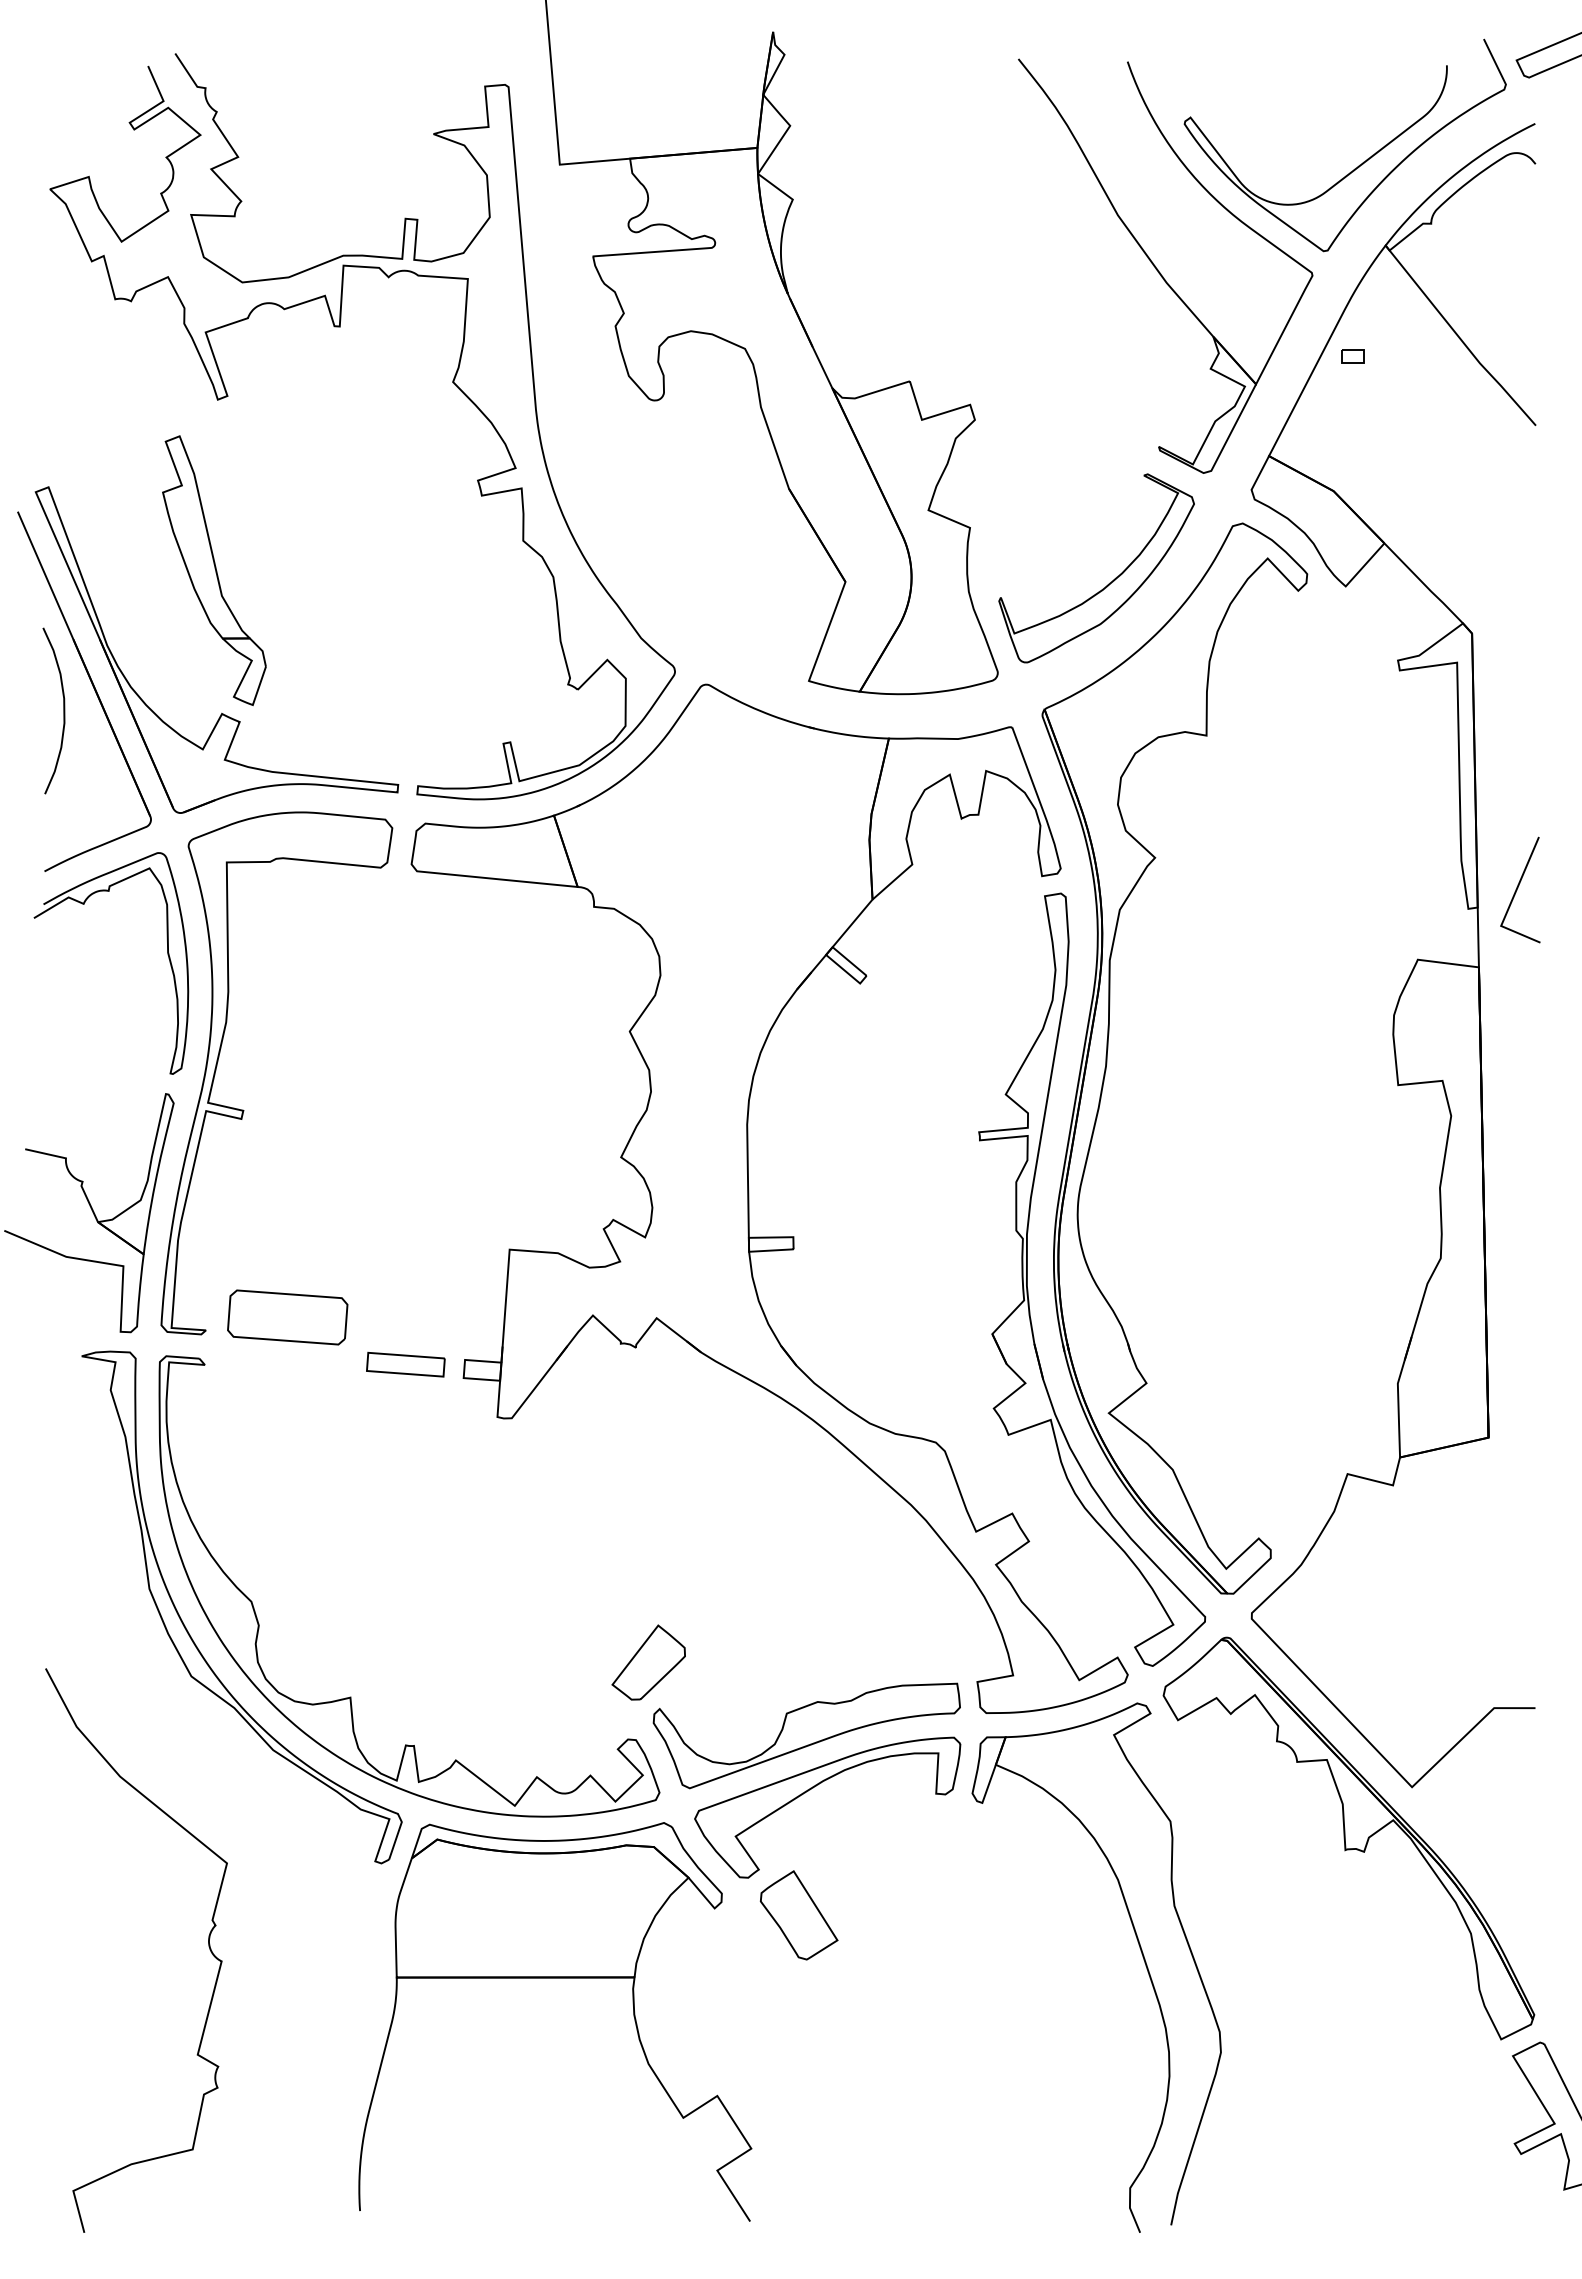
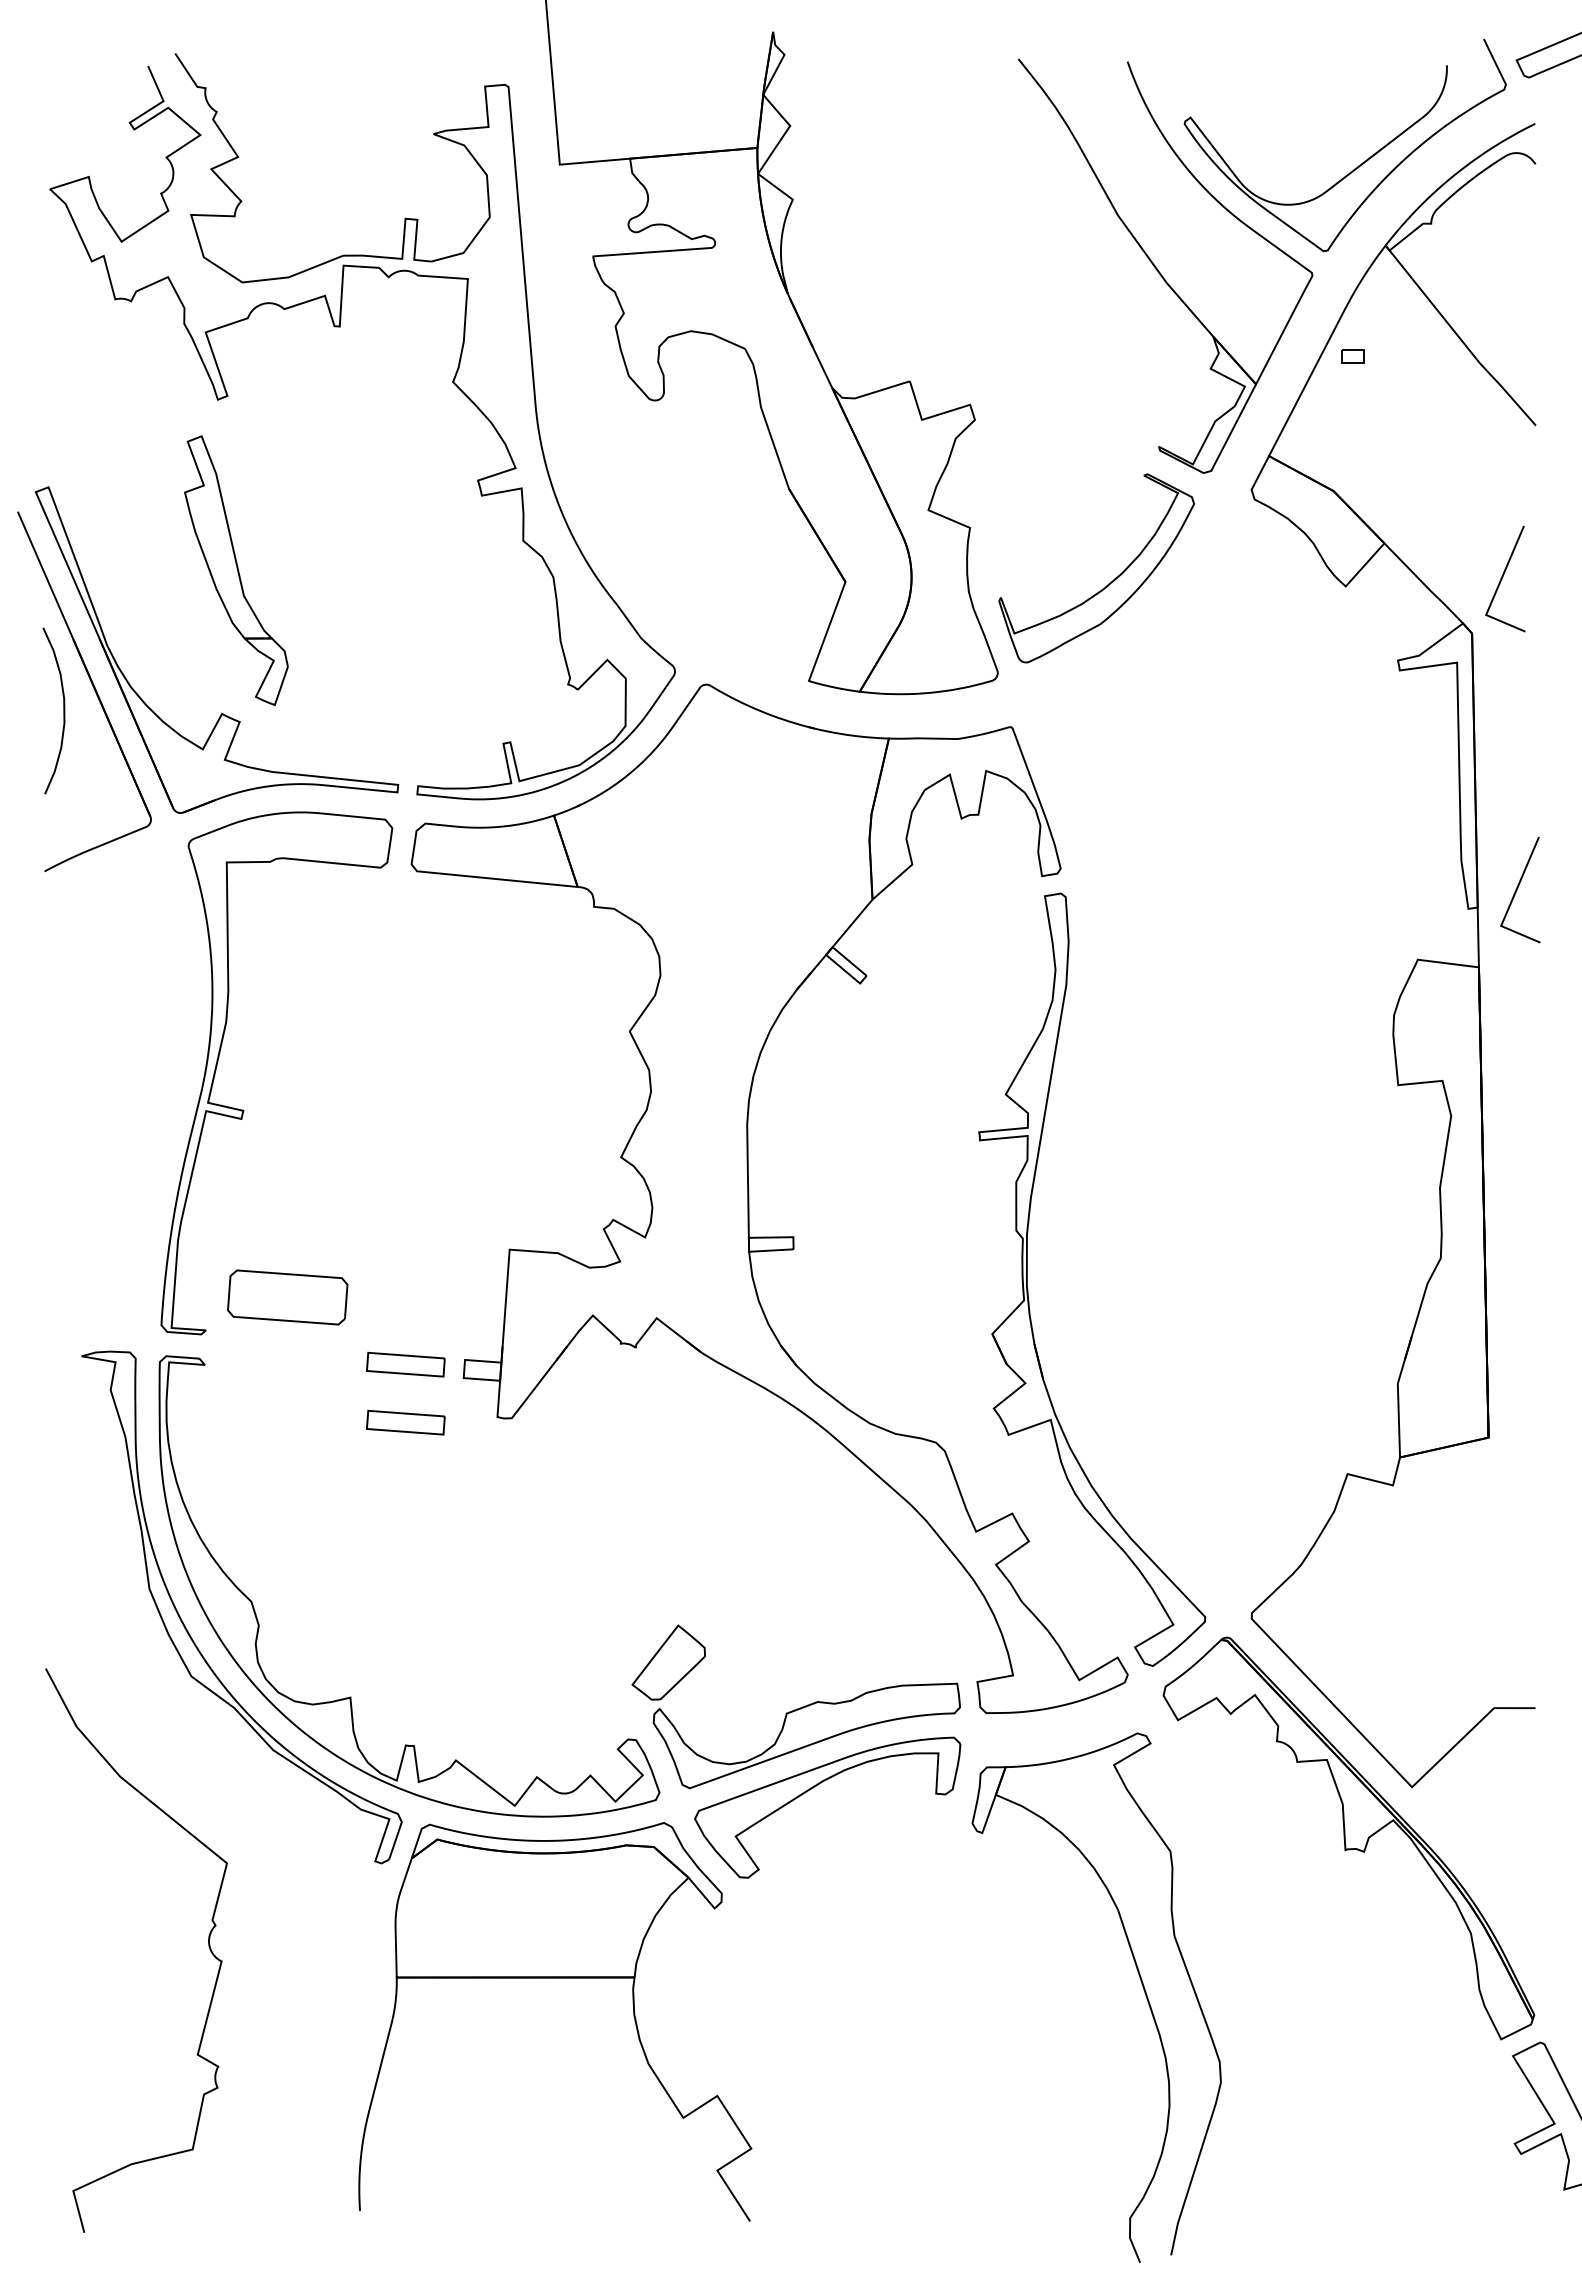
part at (214, 570) position: (214, 570) -> (236, 570)
line at (1503, 577): none -> present
curve at (167, 955): present -> none
part at (1108, 1049): present -> none
part at (89, 1213): present -> none
part at (287, 1317) position: (287, 1317) -> (287, 1297)
part at (405, 1422): none -> present
part at (648, 1662) position: (648, 1662) -> (668, 1662)
part at (798, 1915): present -> none
part at (1140, 1951) position: (1140, 1951) -> (1140, 1981)
